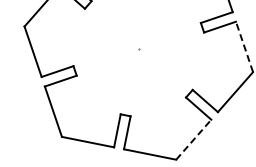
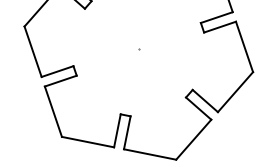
line at (244, 46): dashed -> solid
line at (193, 139): dashed -> solid
